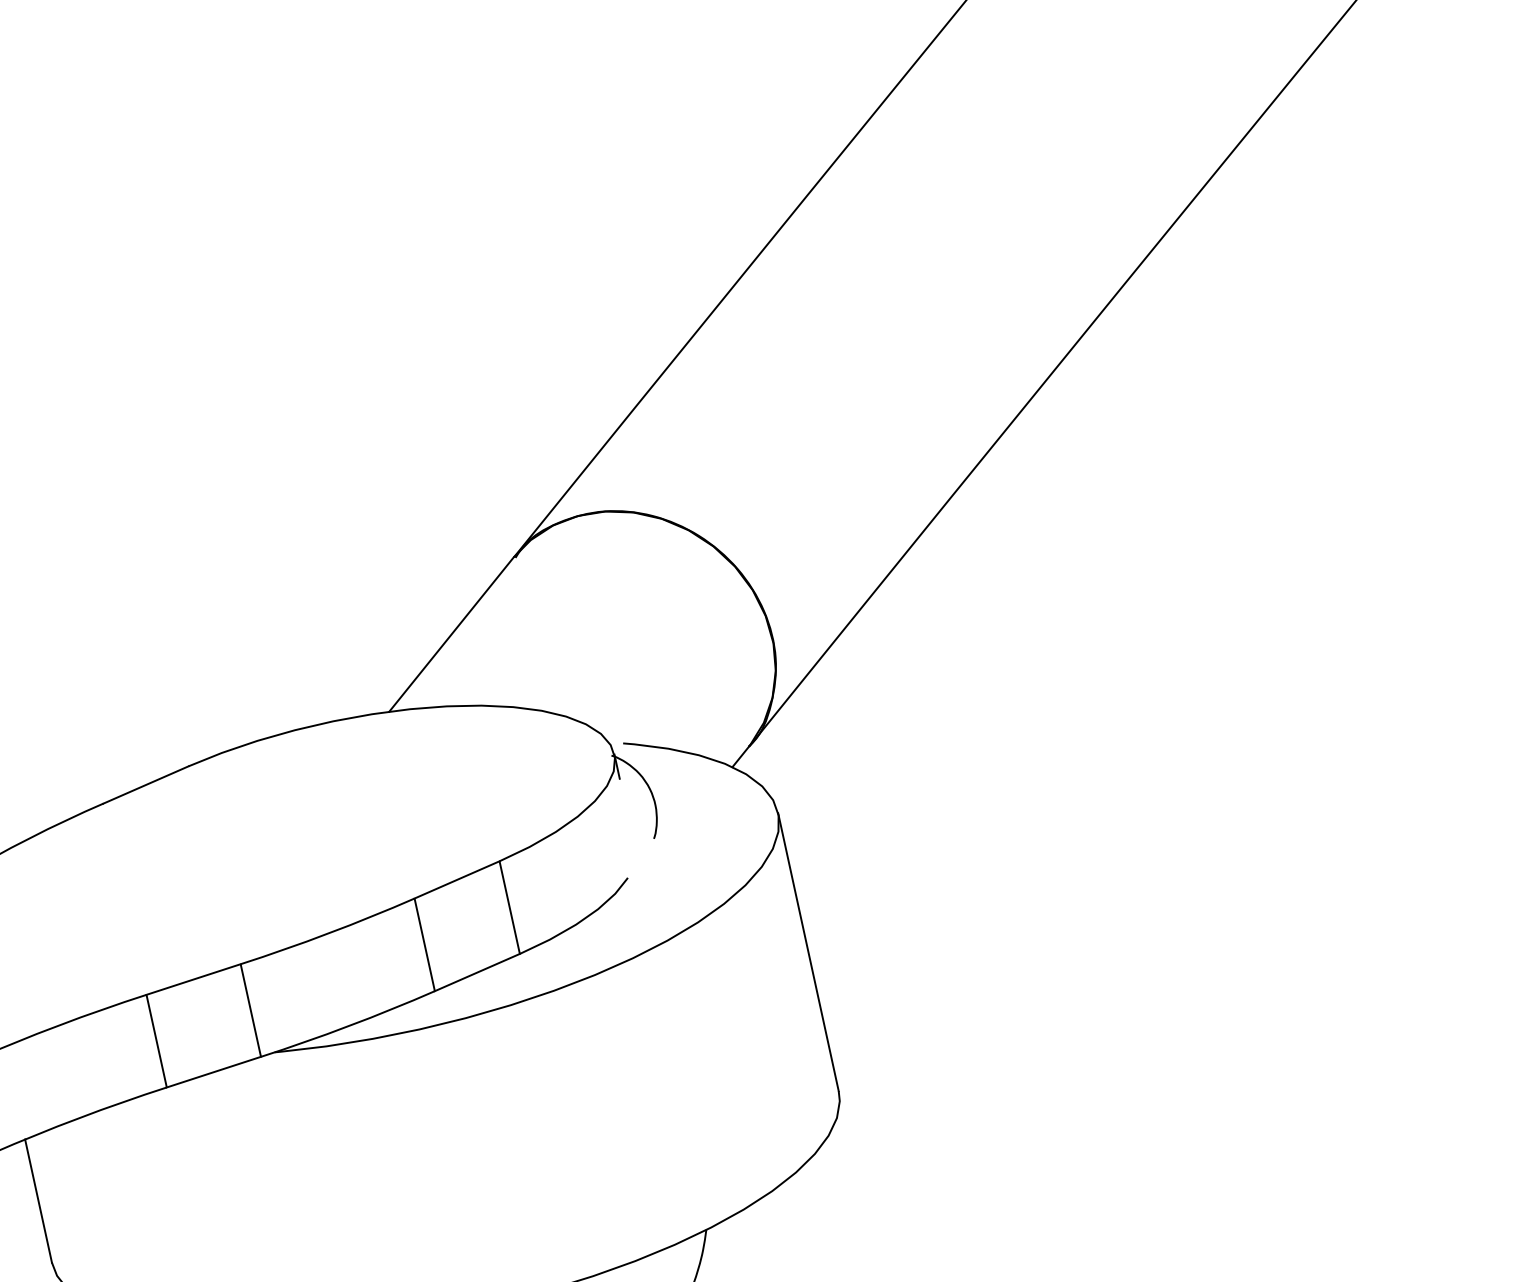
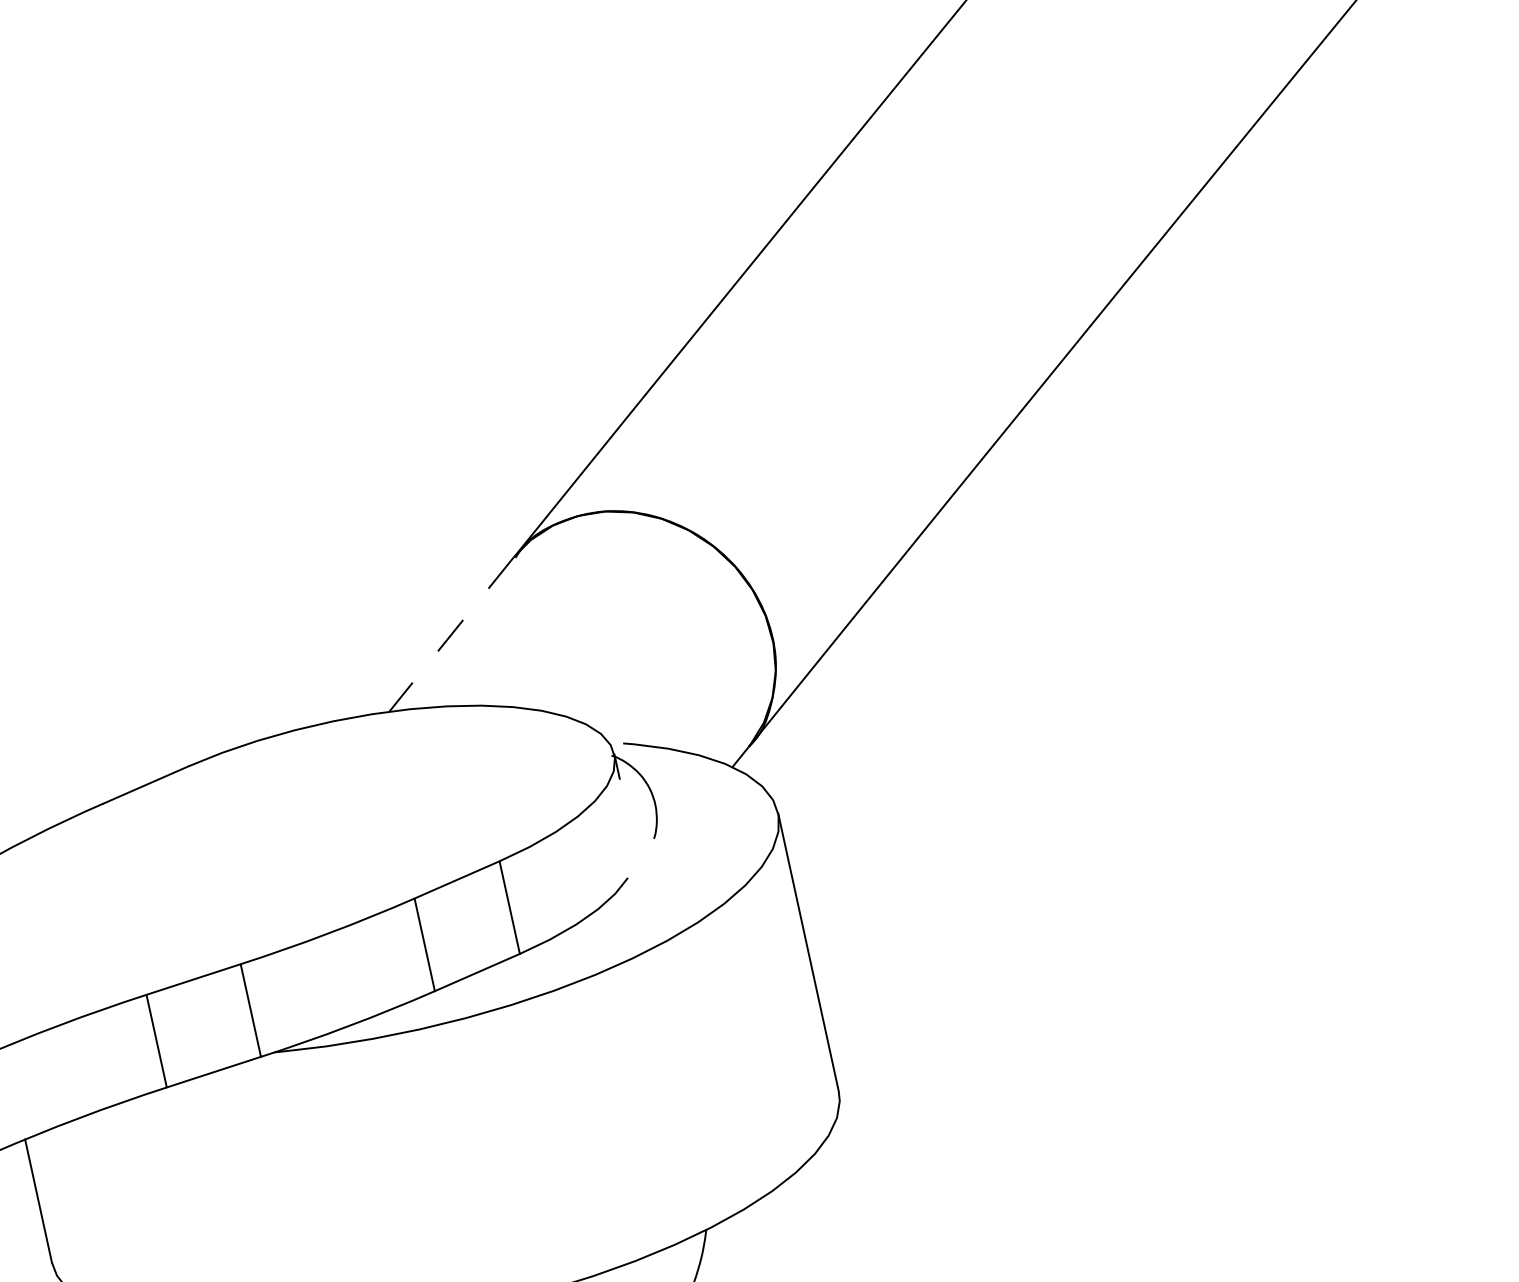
line at (451, 634): solid -> dashed
